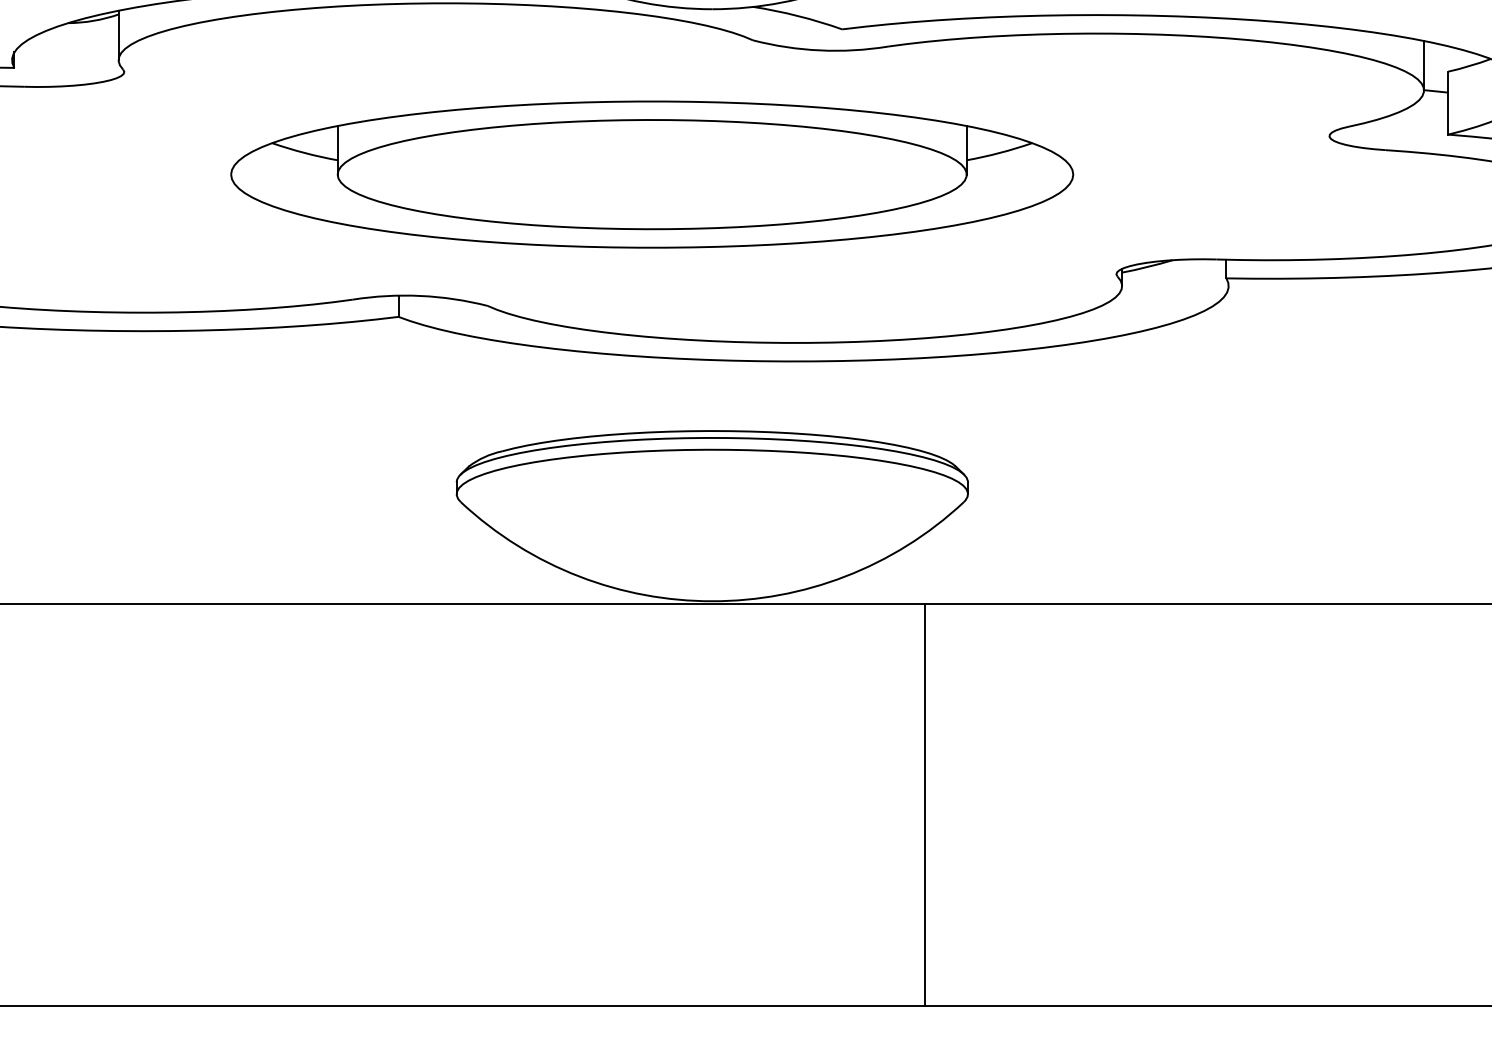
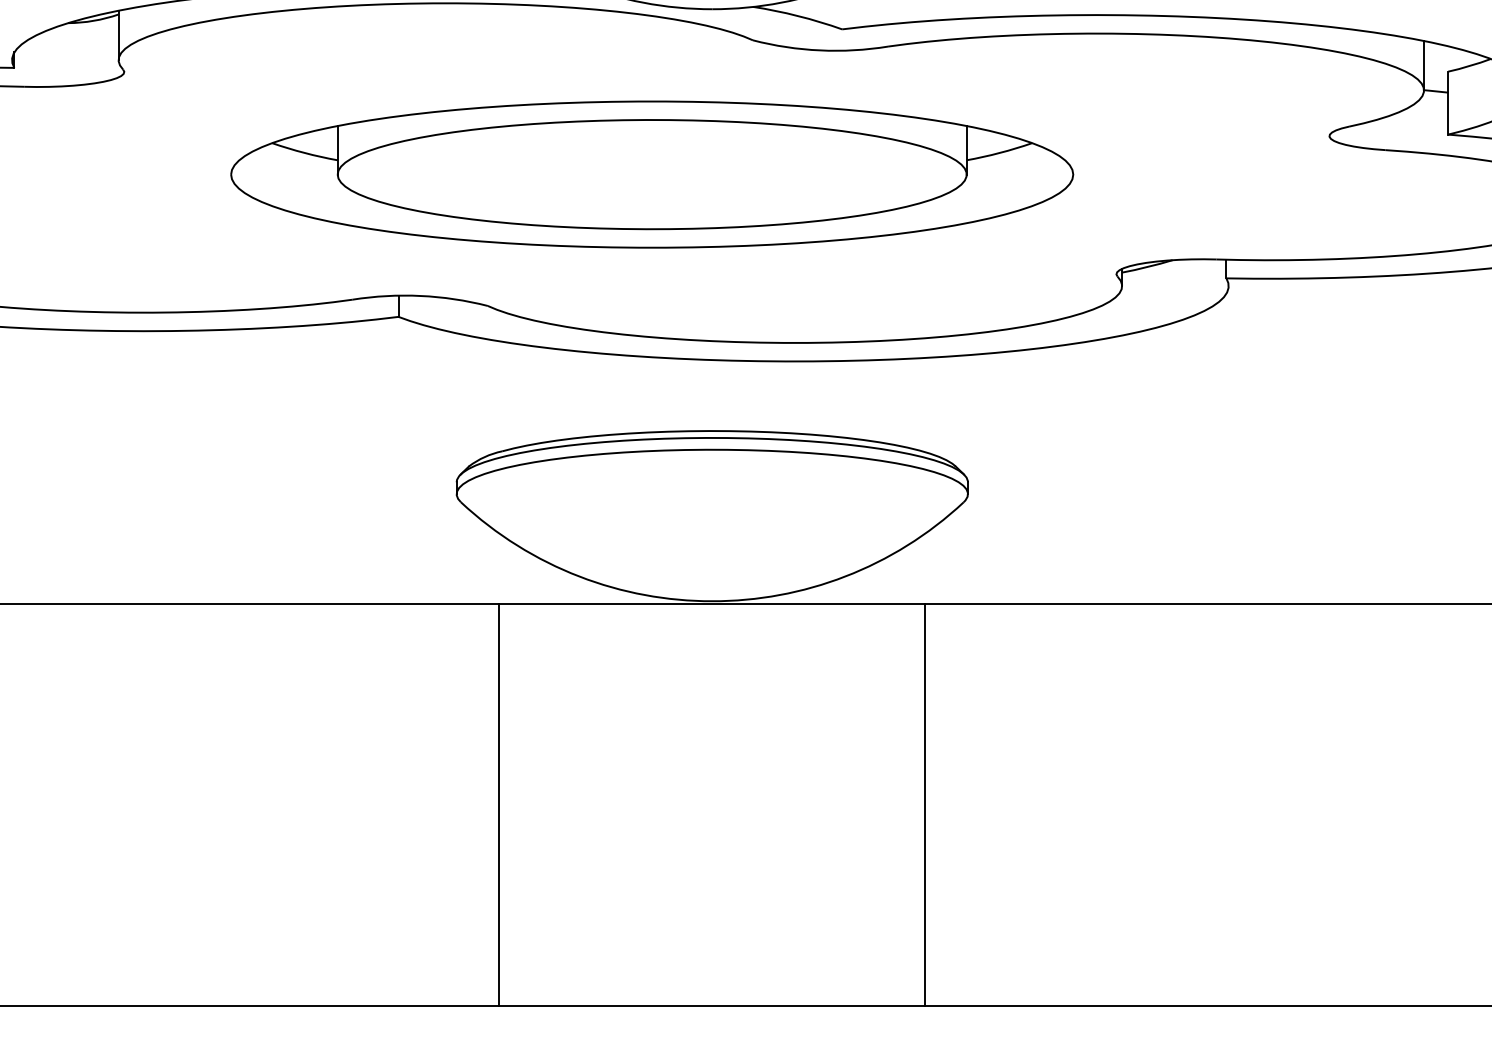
line at (499, 804): none -> present
